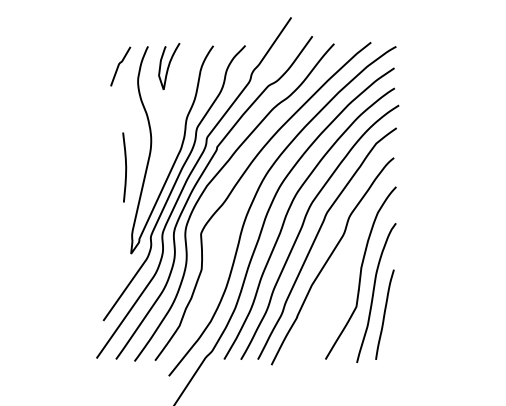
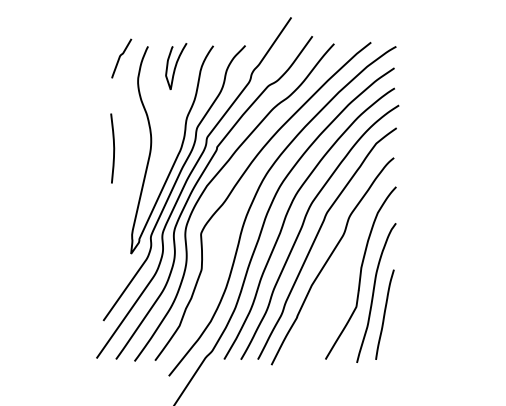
curve at (119, 66) position: (119, 66) -> (120, 58)
curve at (169, 66) position: (169, 66) -> (176, 66)
curve at (125, 167) position: (125, 167) -> (113, 148)
